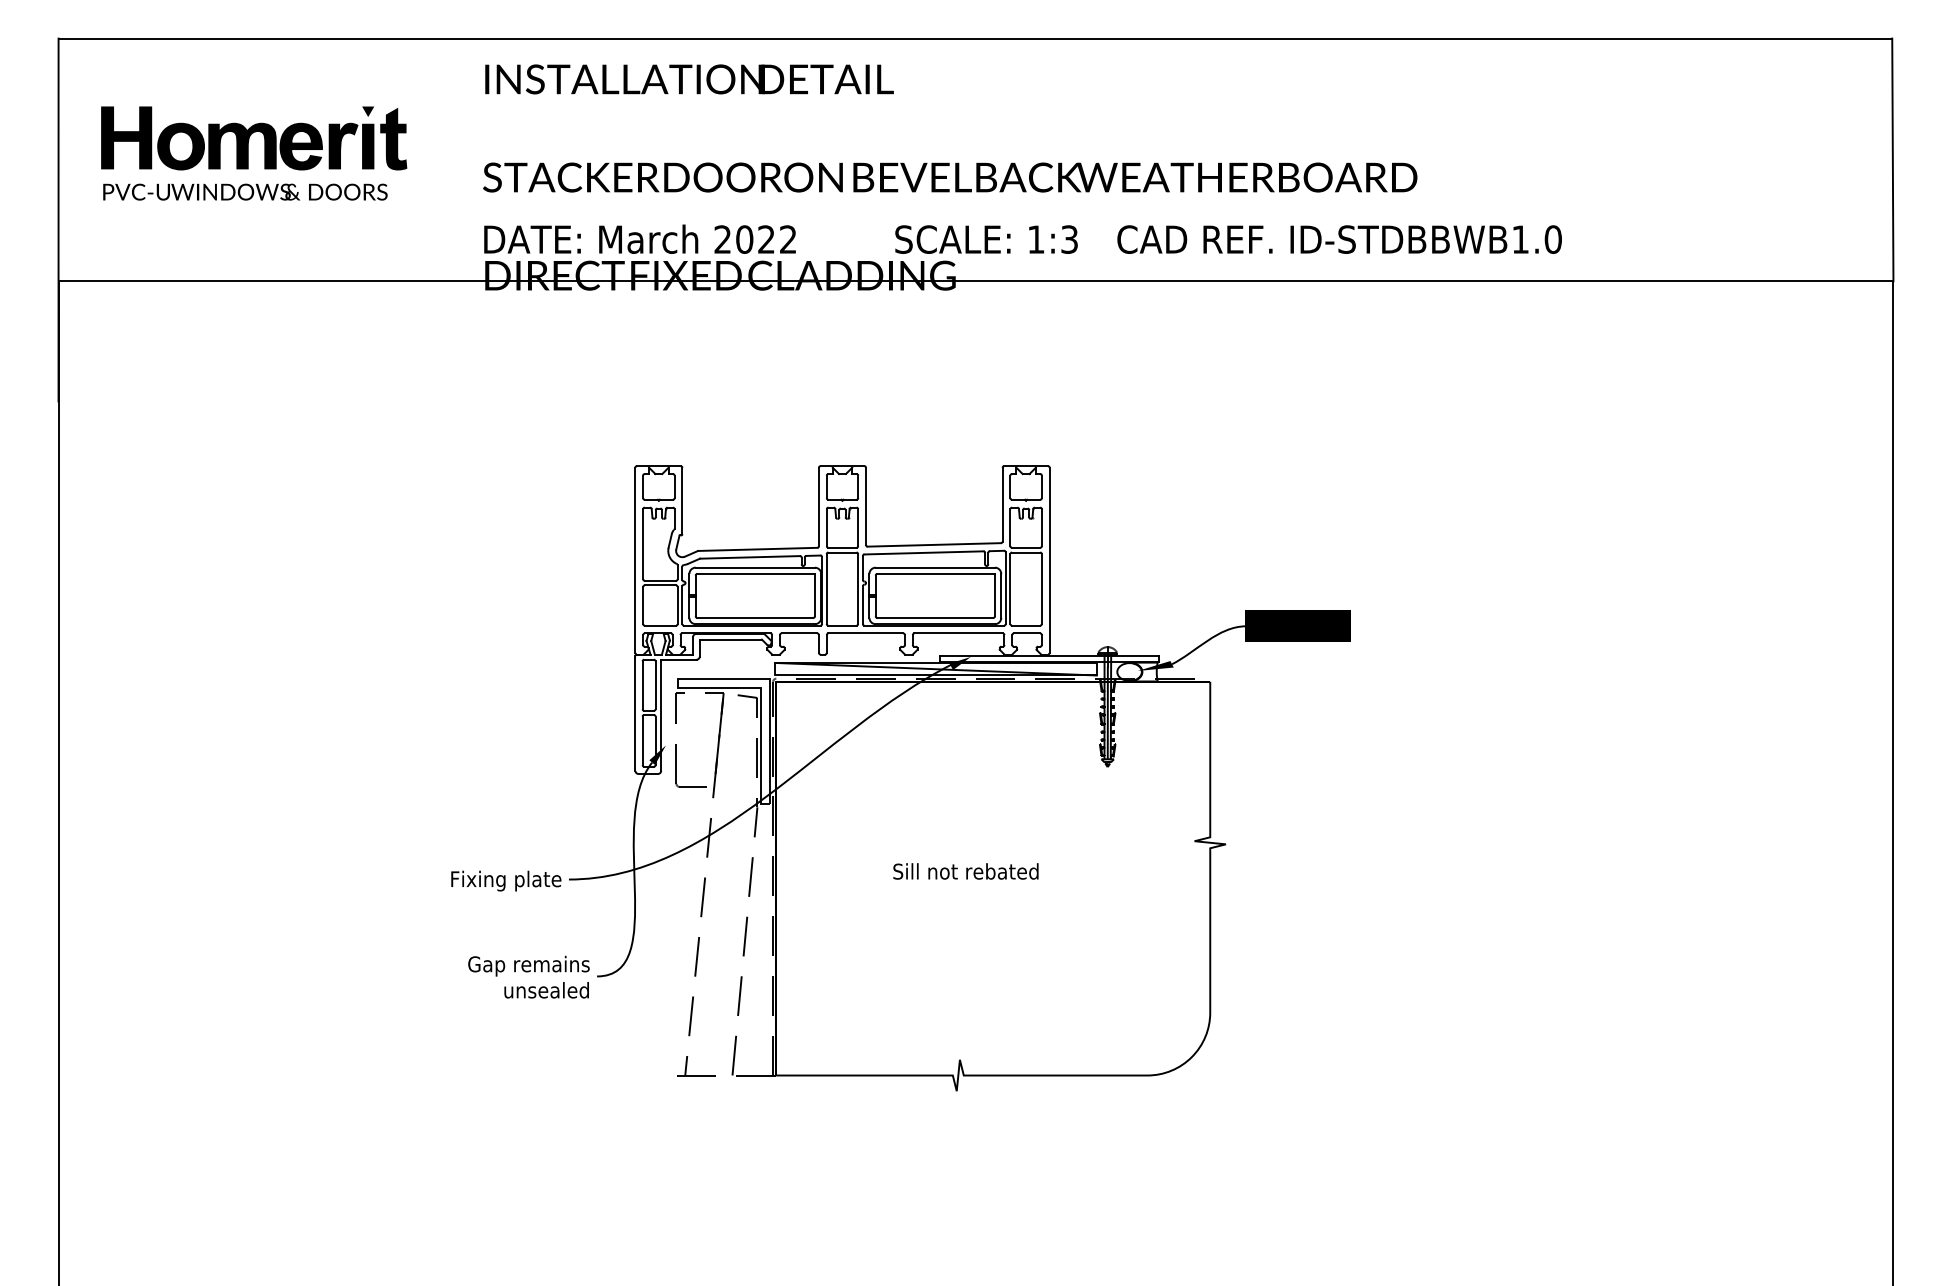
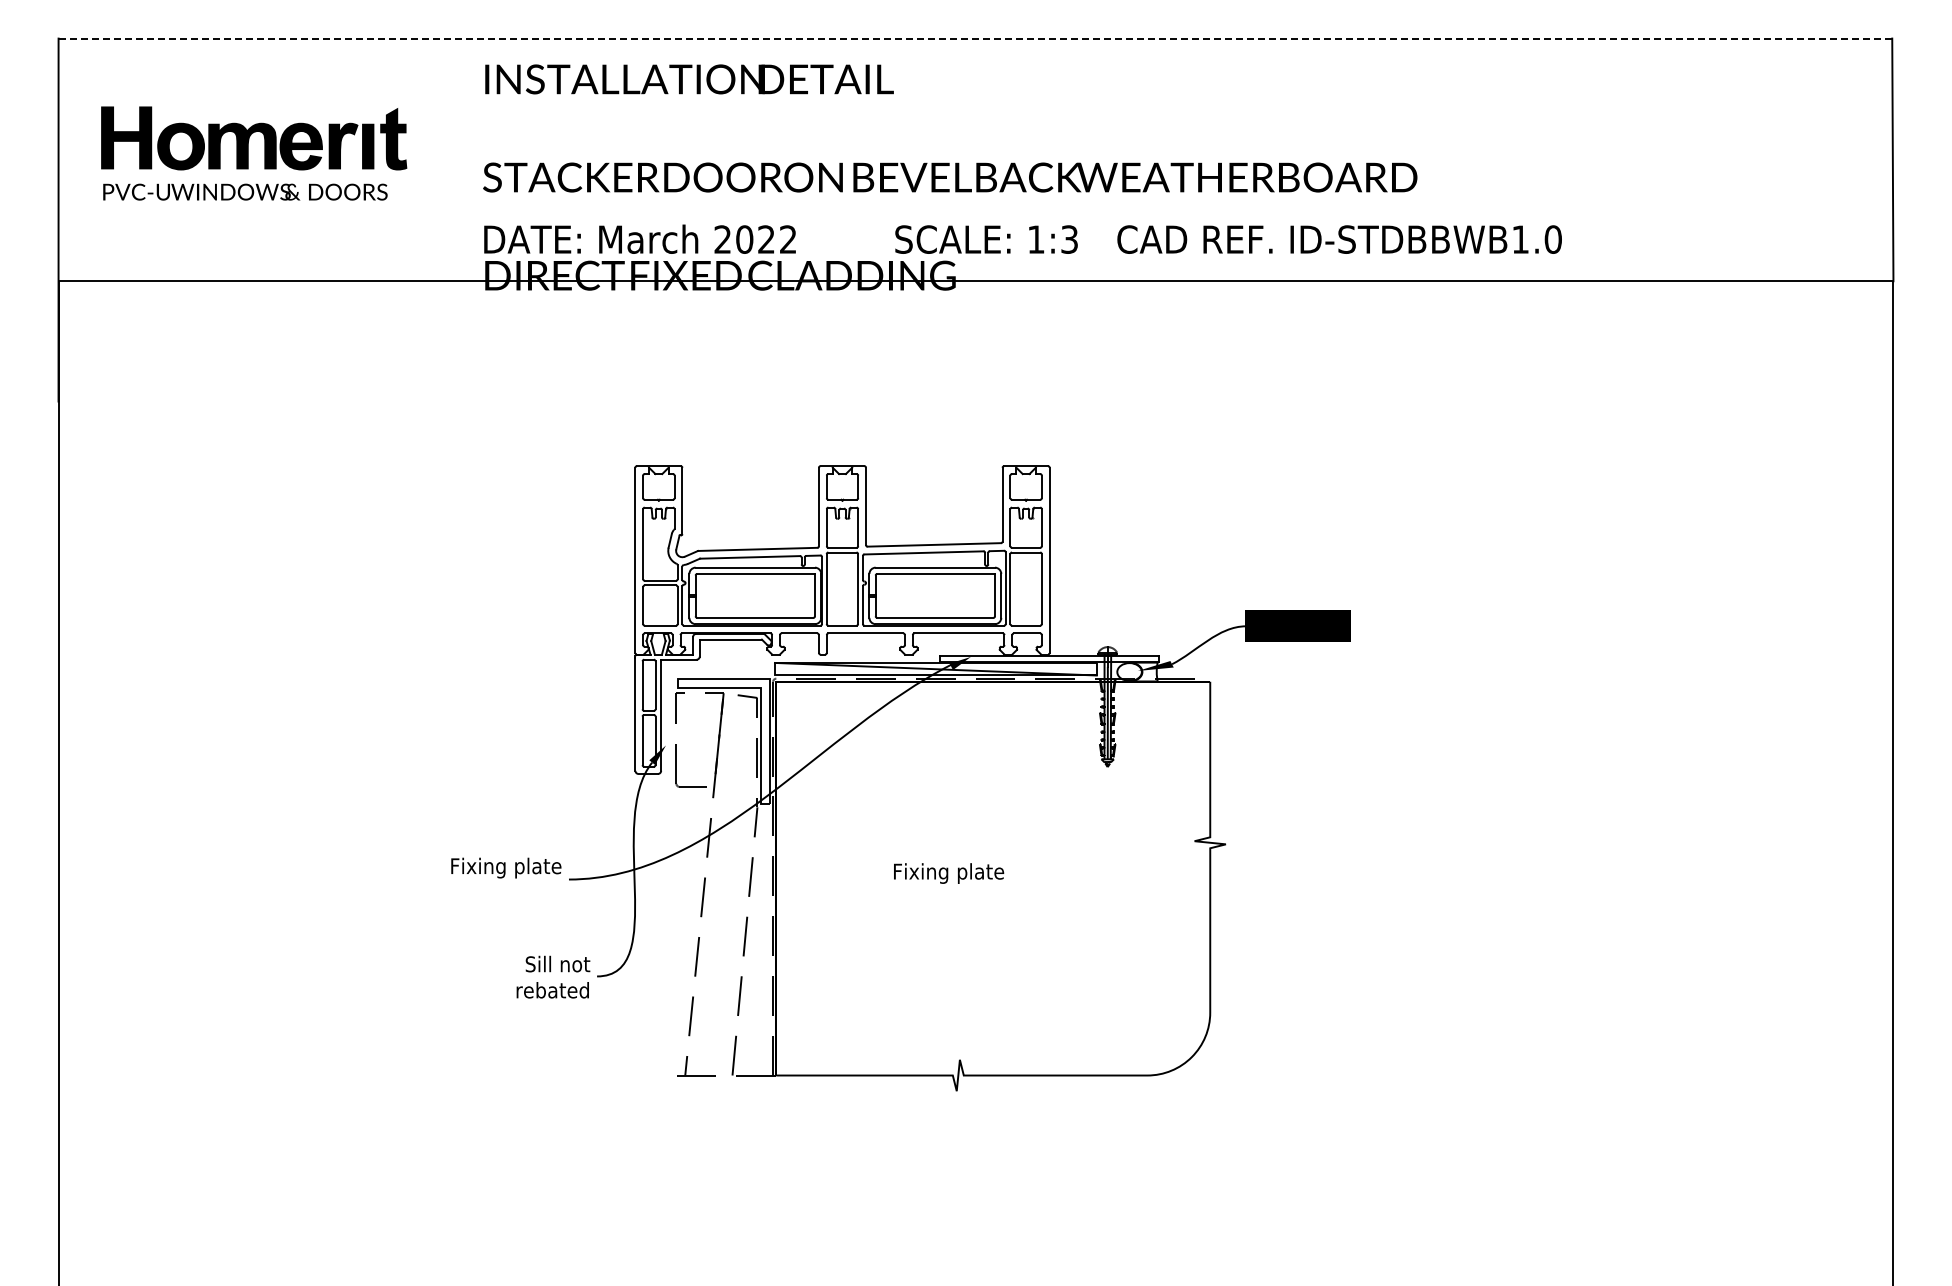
line at (975, 38): solid -> dashed
fill at (368, 111): present -> none
text at (965, 873): Sill not rebated -> Fixing plate
text at (506, 880) position: (506, 880) -> (506, 867)
text at (529, 976): Gap remains unsealed -> Sill not rebated
